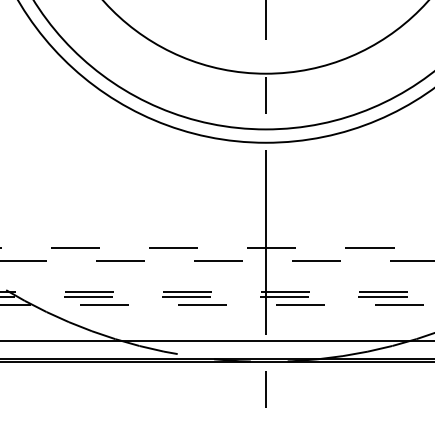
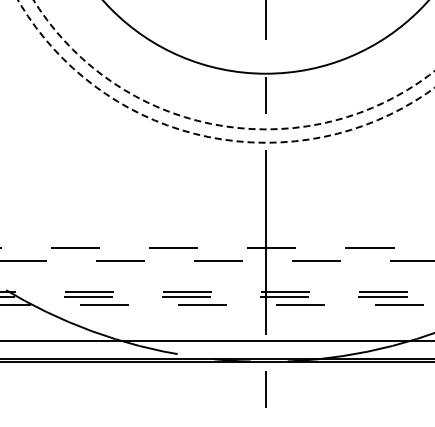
circle at (233, 64): solid -> dashed
circle at (226, 71): solid -> dashed
